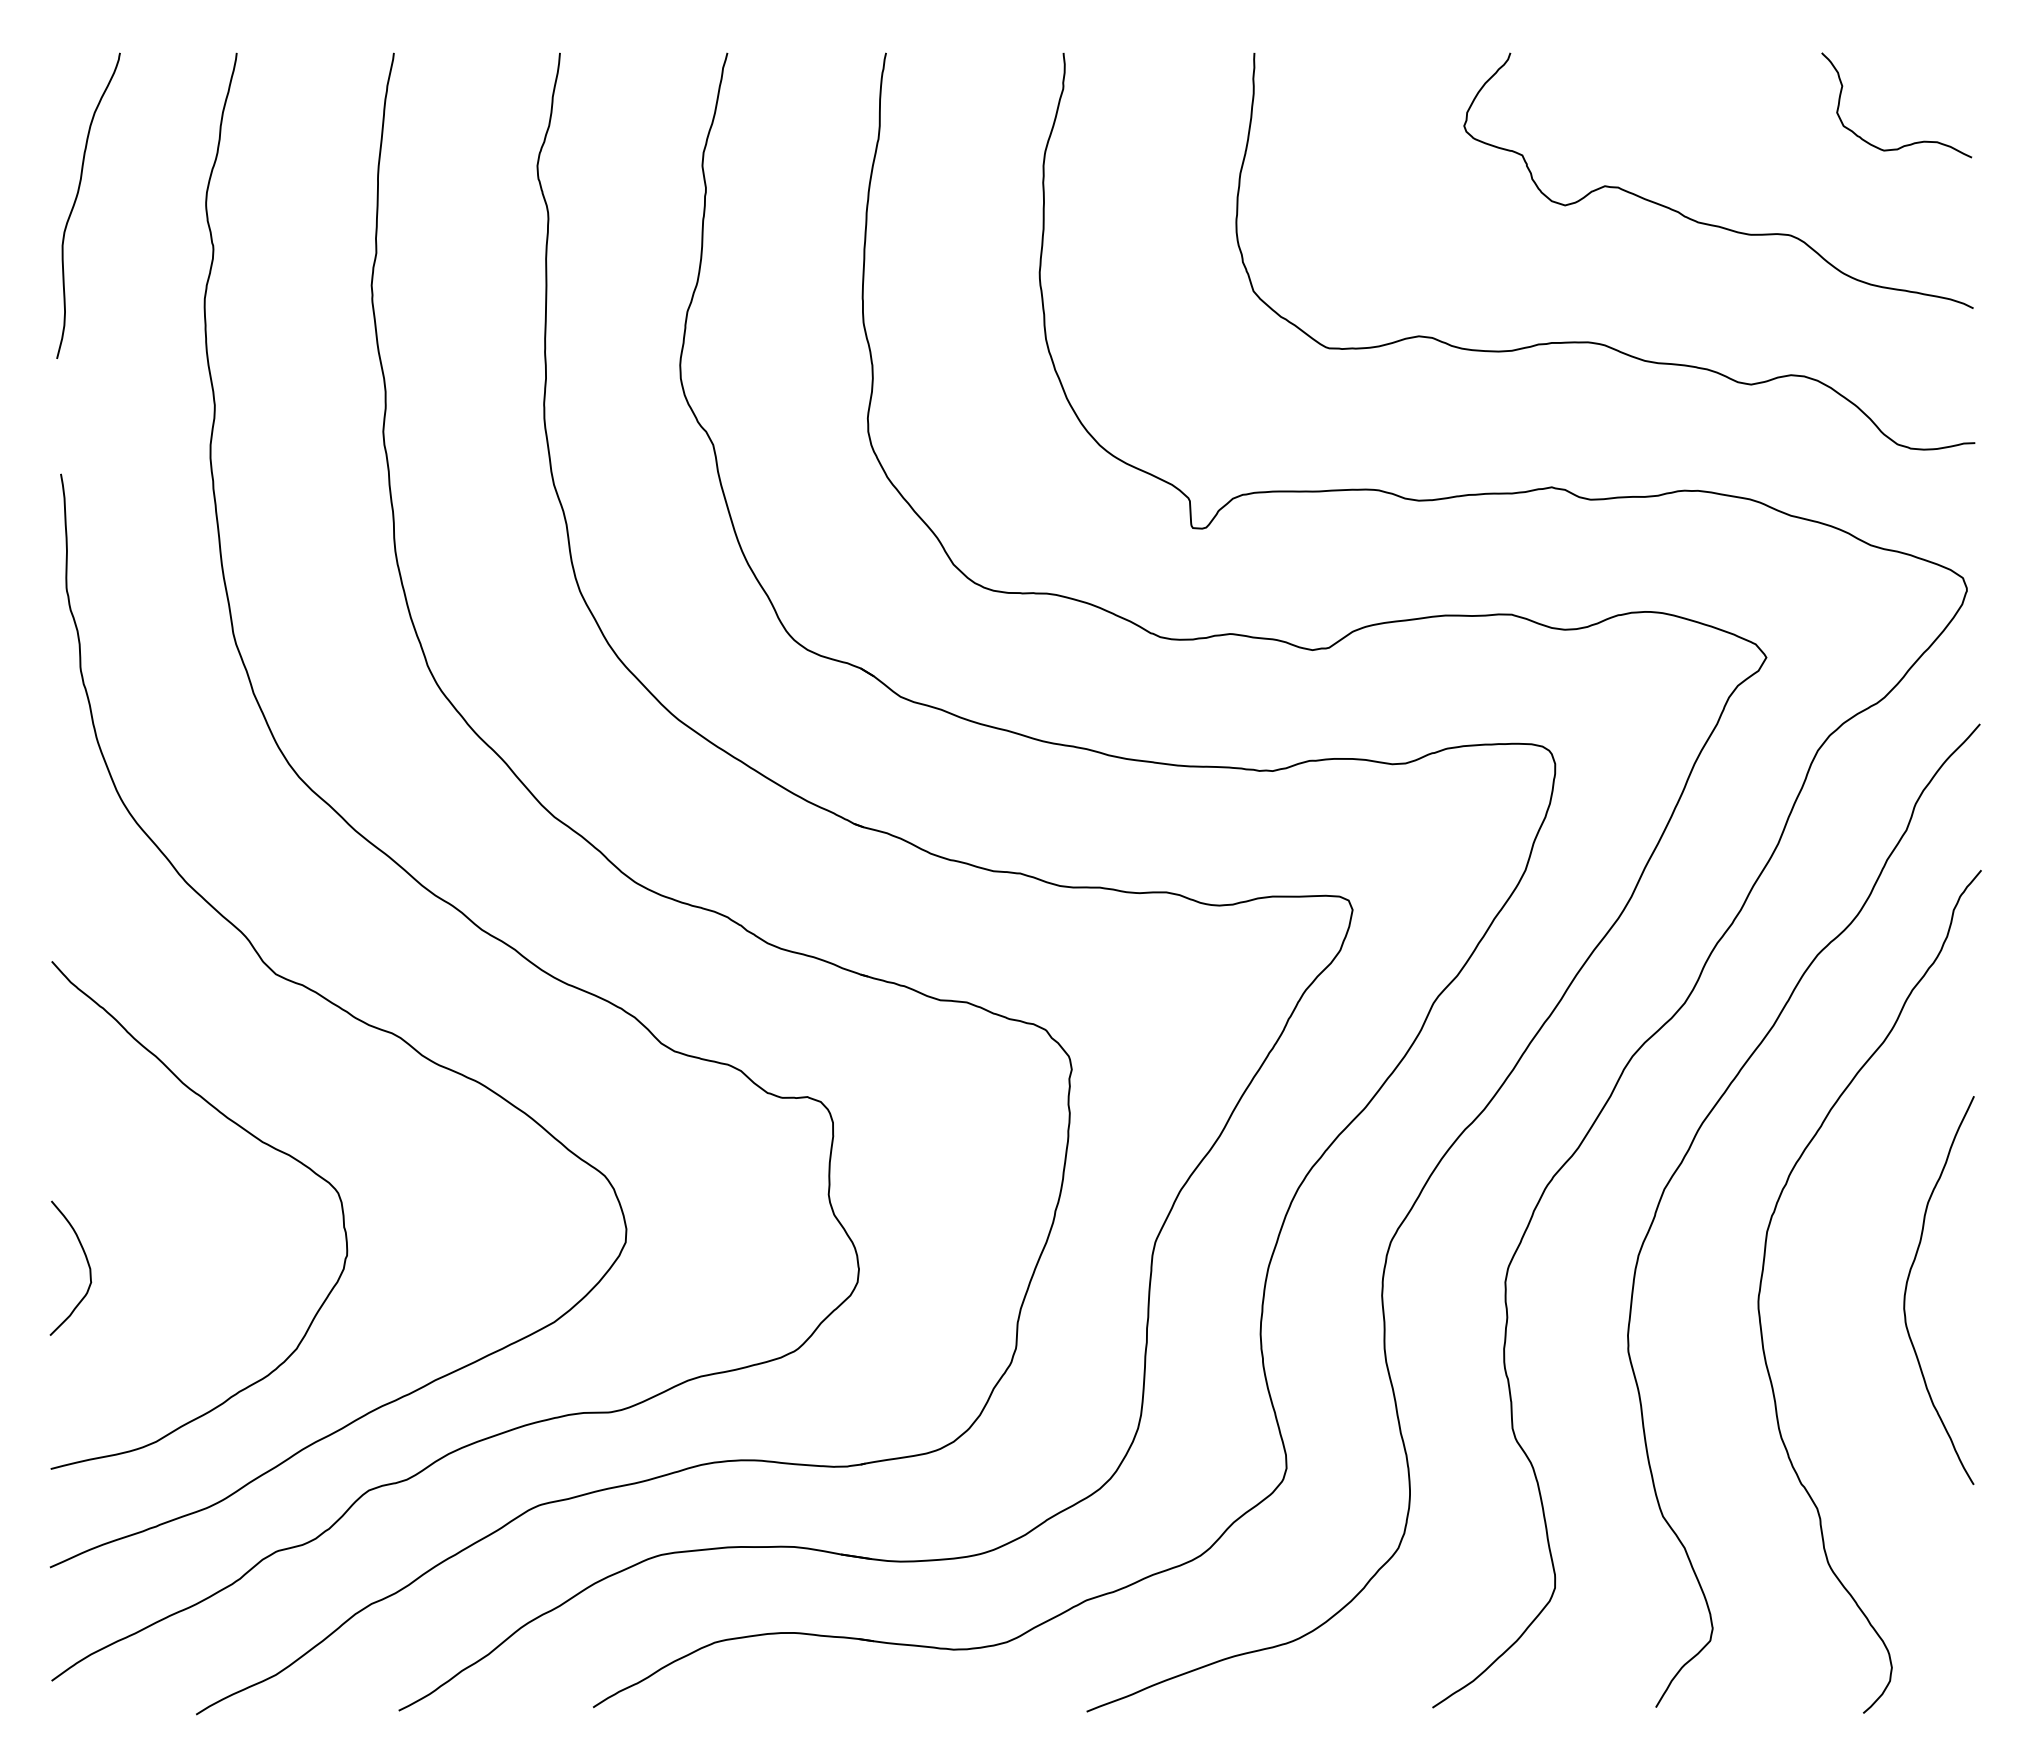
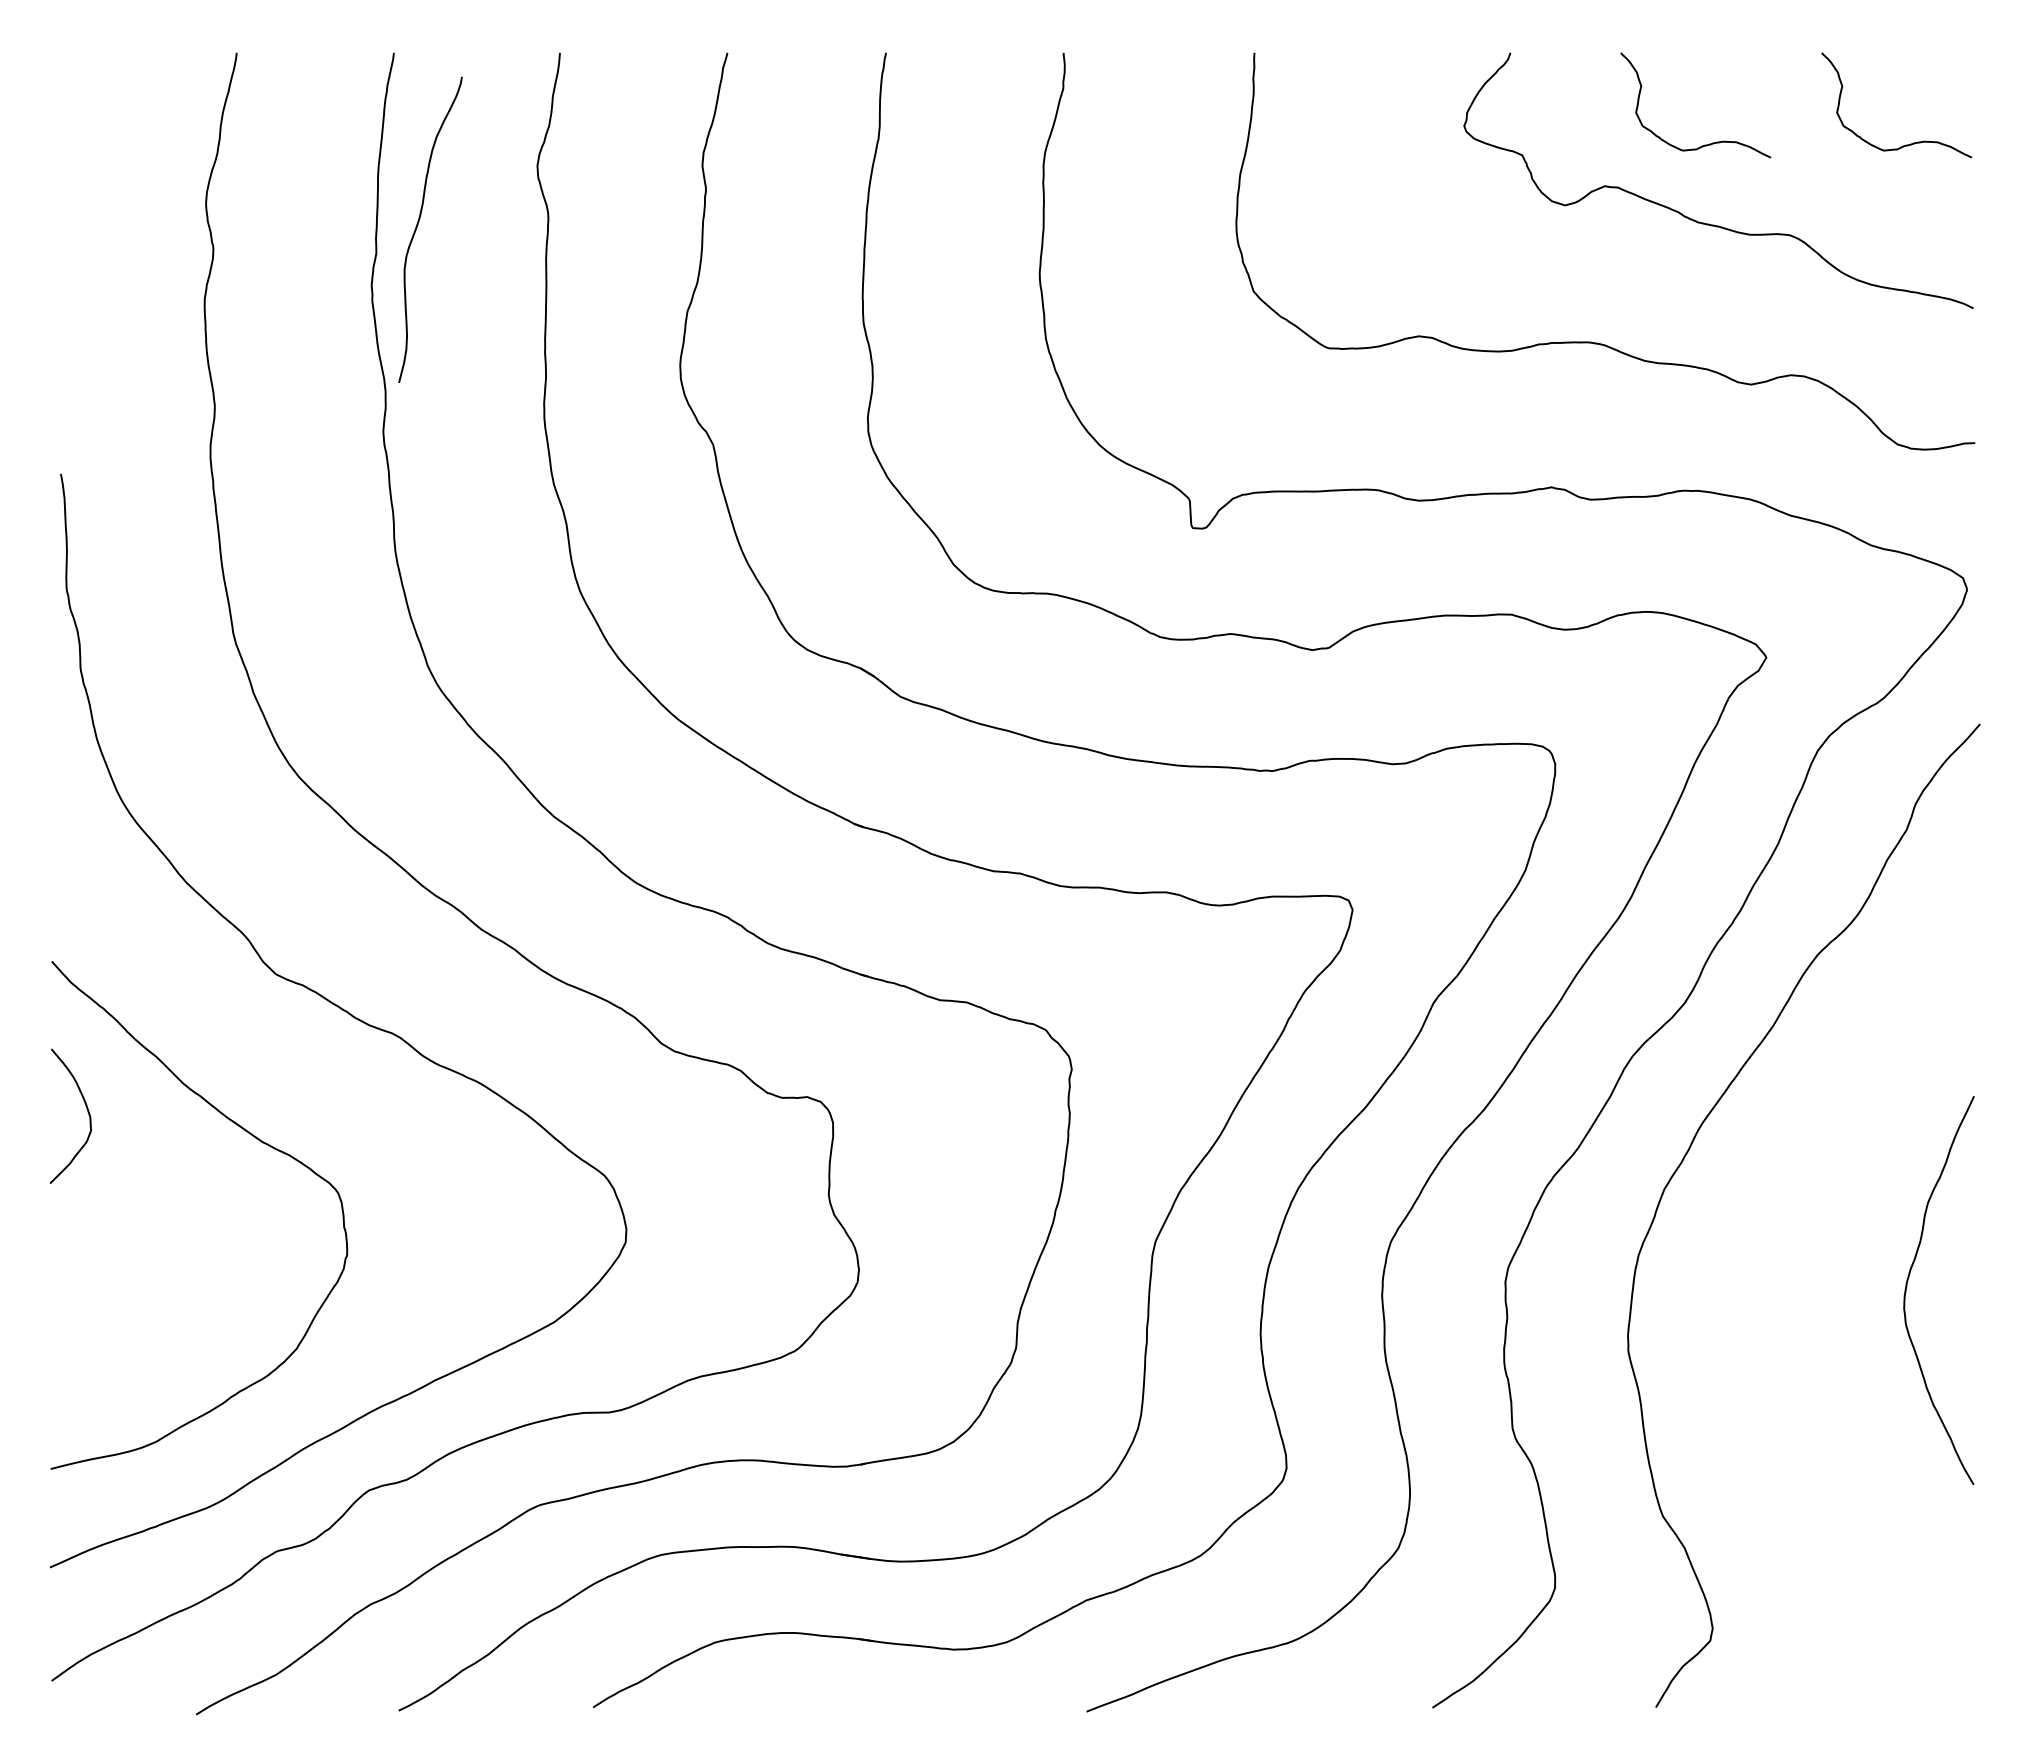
curve at (1704, 144): none -> present
curve at (76, 201) position: (76, 201) -> (418, 225)
curve at (86, 1261) position: (86, 1261) -> (86, 1109)
curve at (1763, 1273): present -> none
